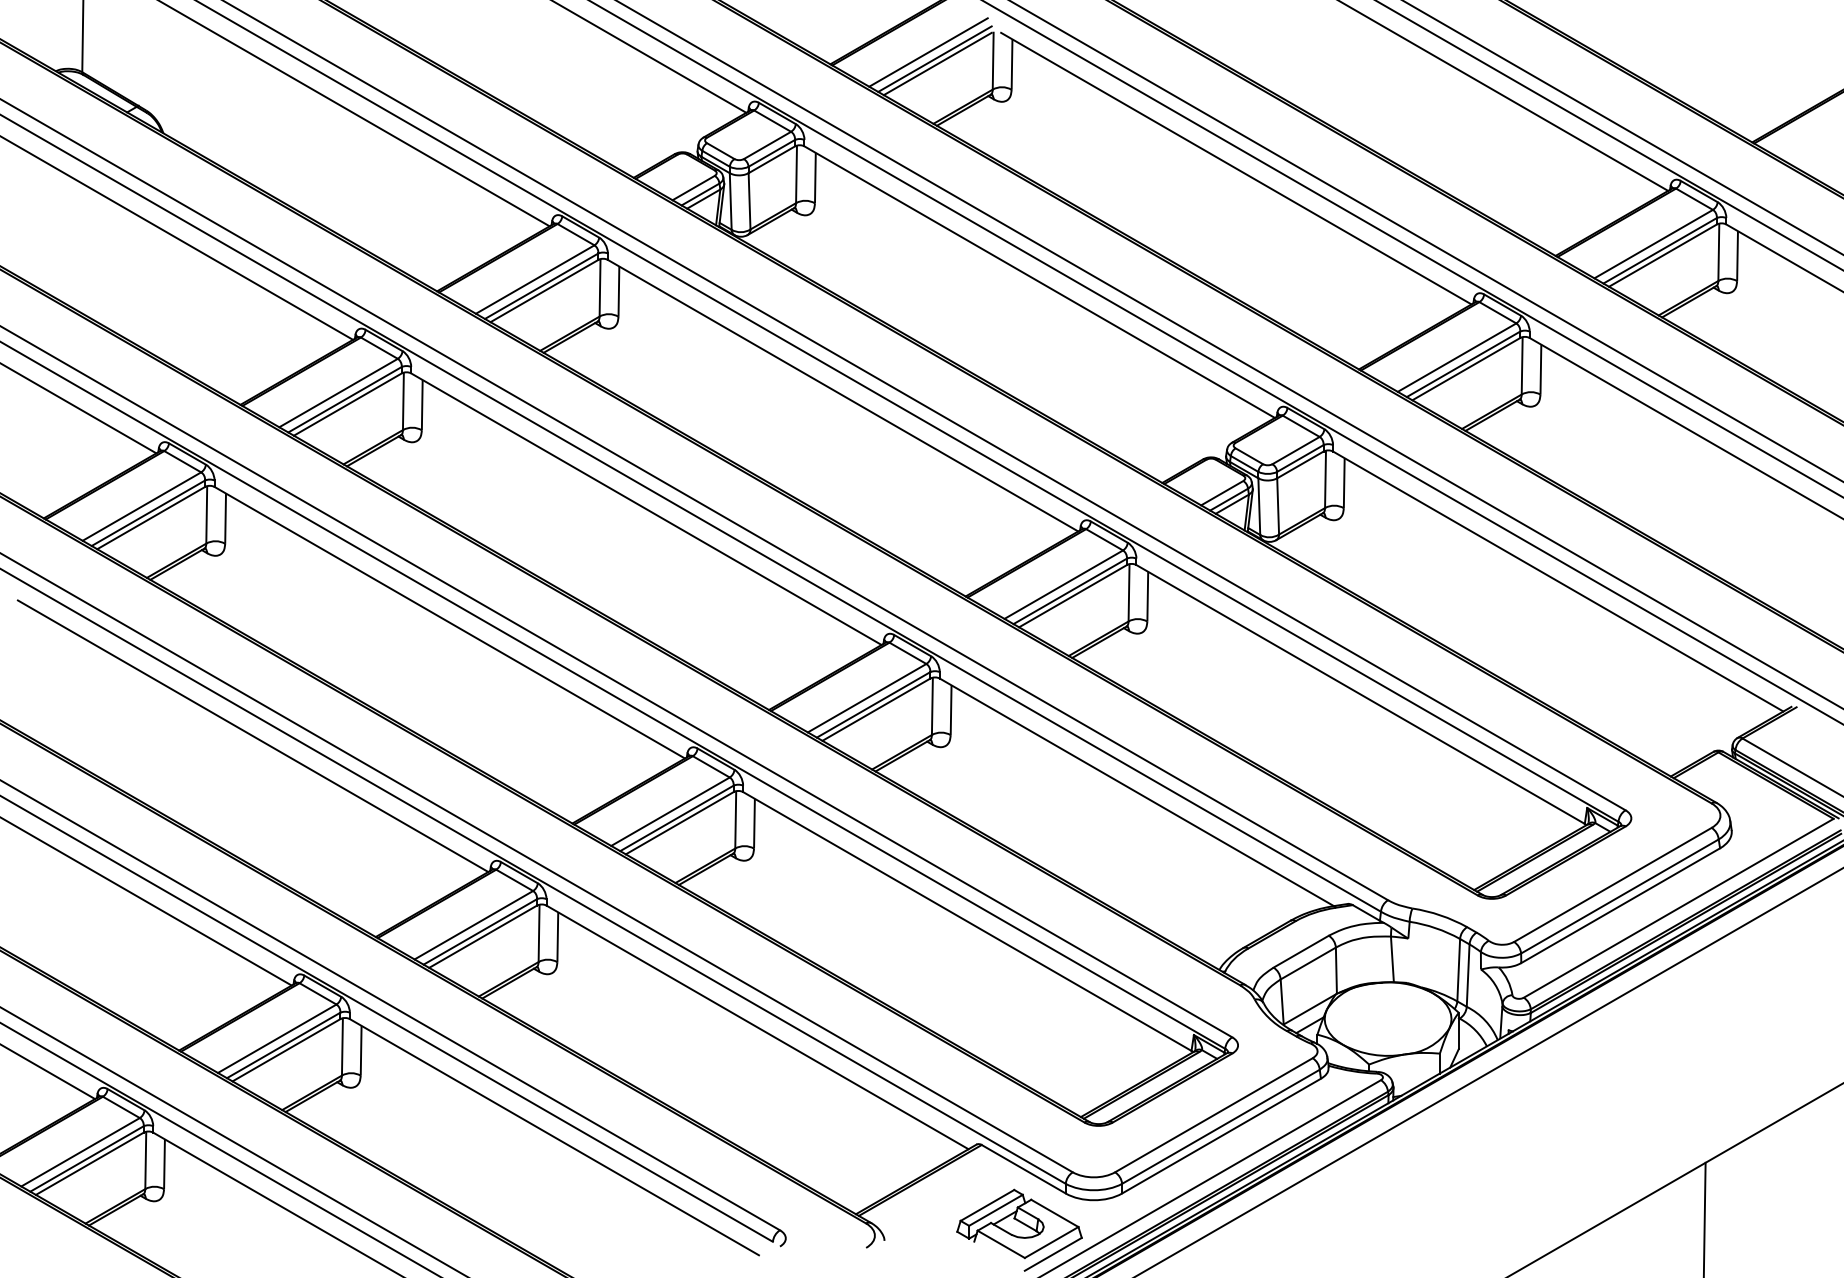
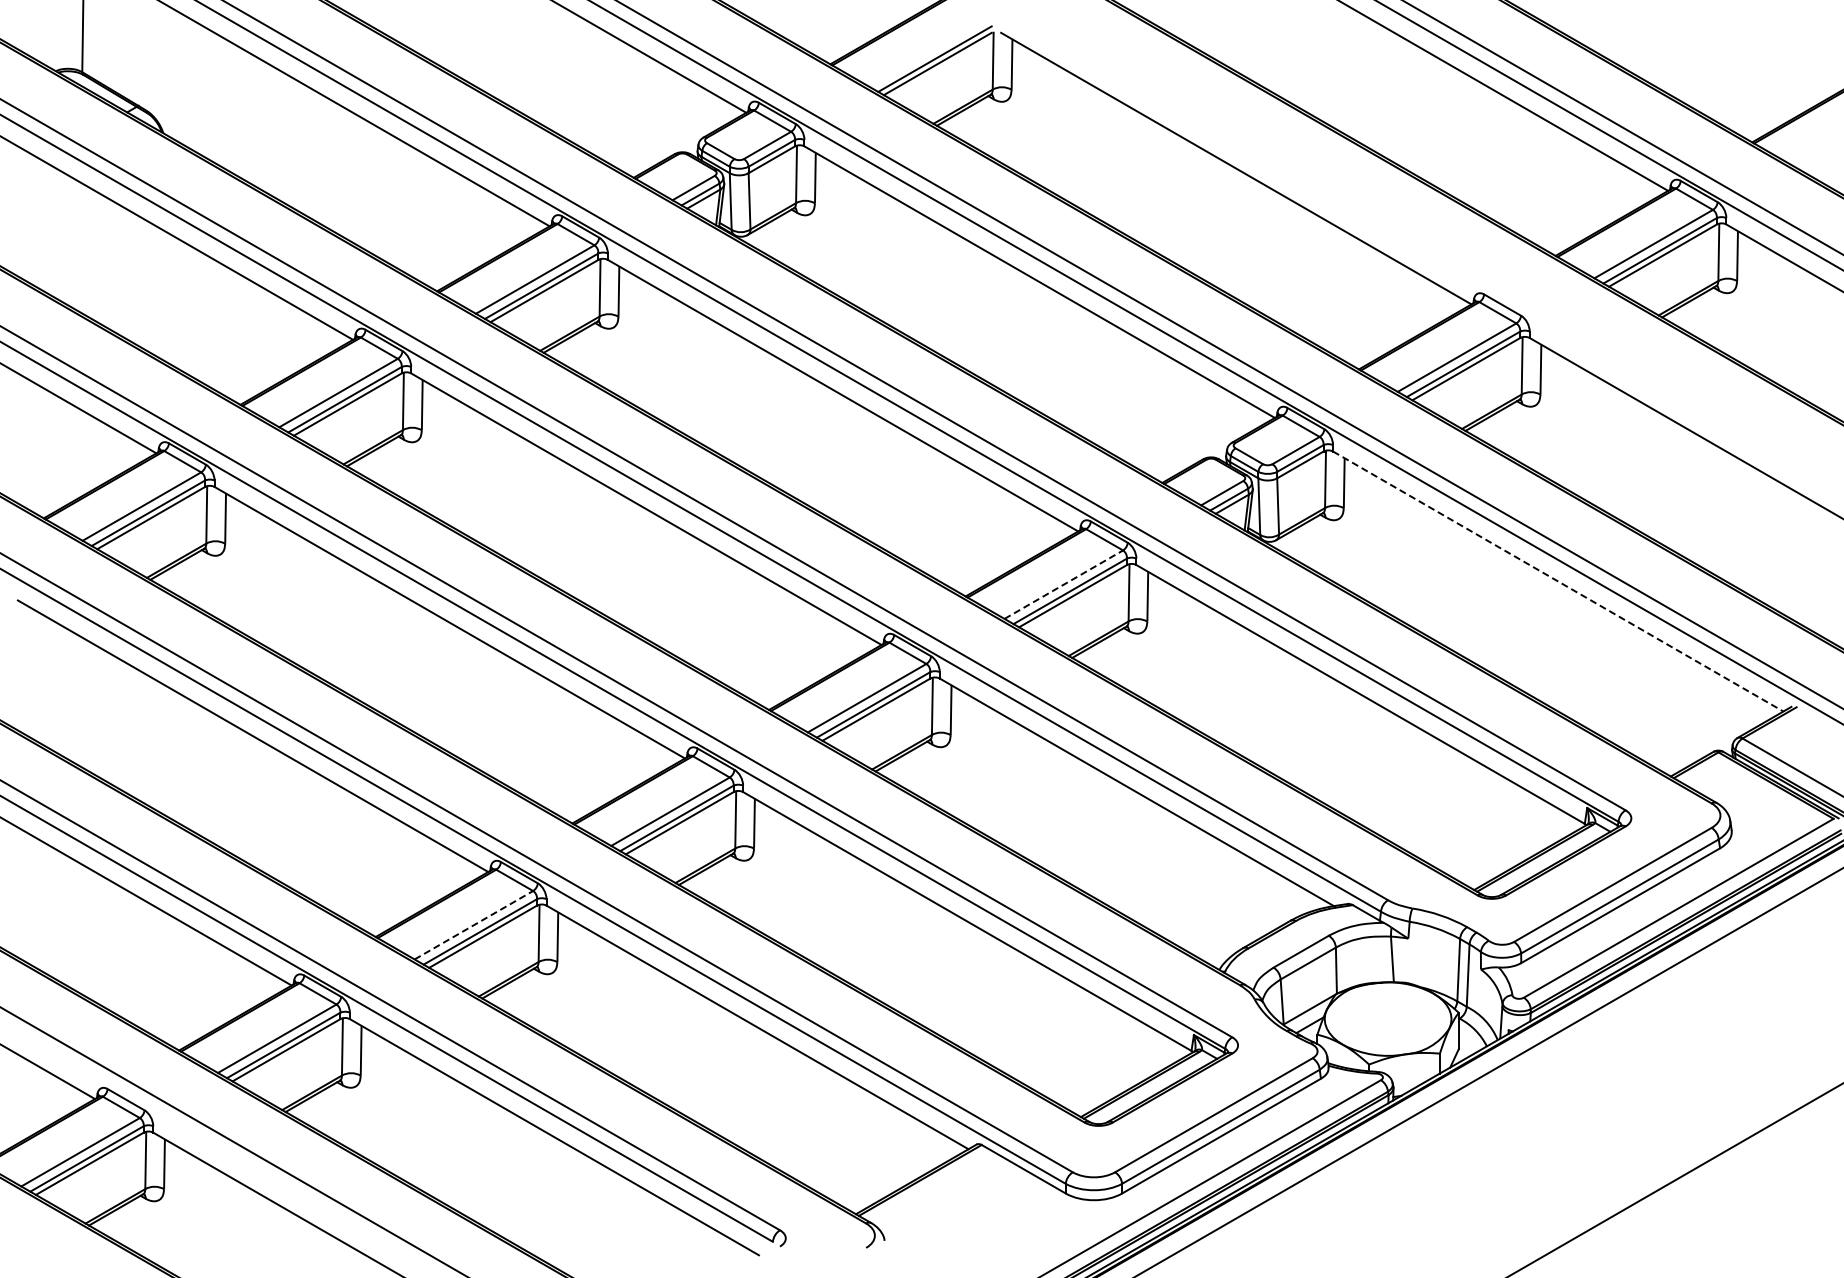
line at (928, 52): present -> none
line at (1426, 241): present -> none
line at (1412, 248): present -> none
line at (1558, 581): solid -> dashed
line at (1064, 584): solid -> dashed
line at (474, 924): solid -> dashed
line at (219, 1148): present -> none
line at (1704, 1218): present -> none
part at (1019, 1229): present -> none
